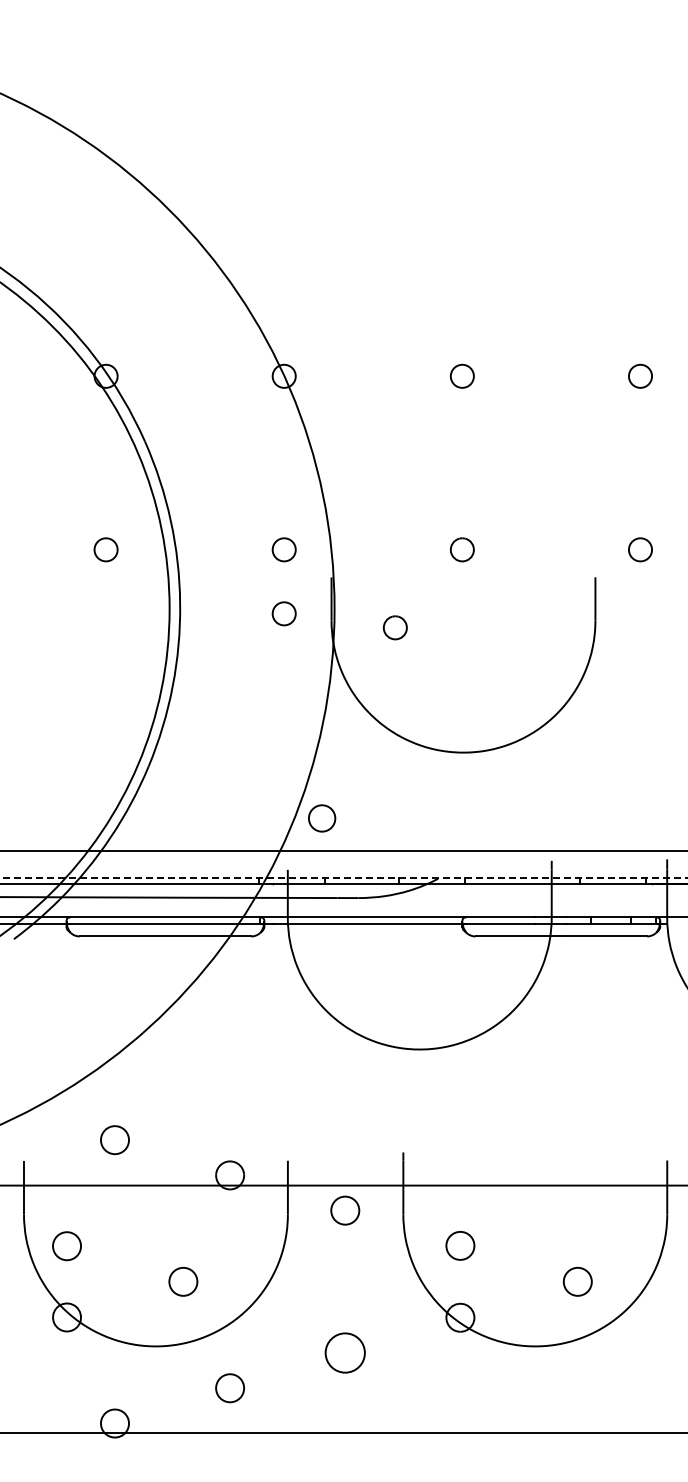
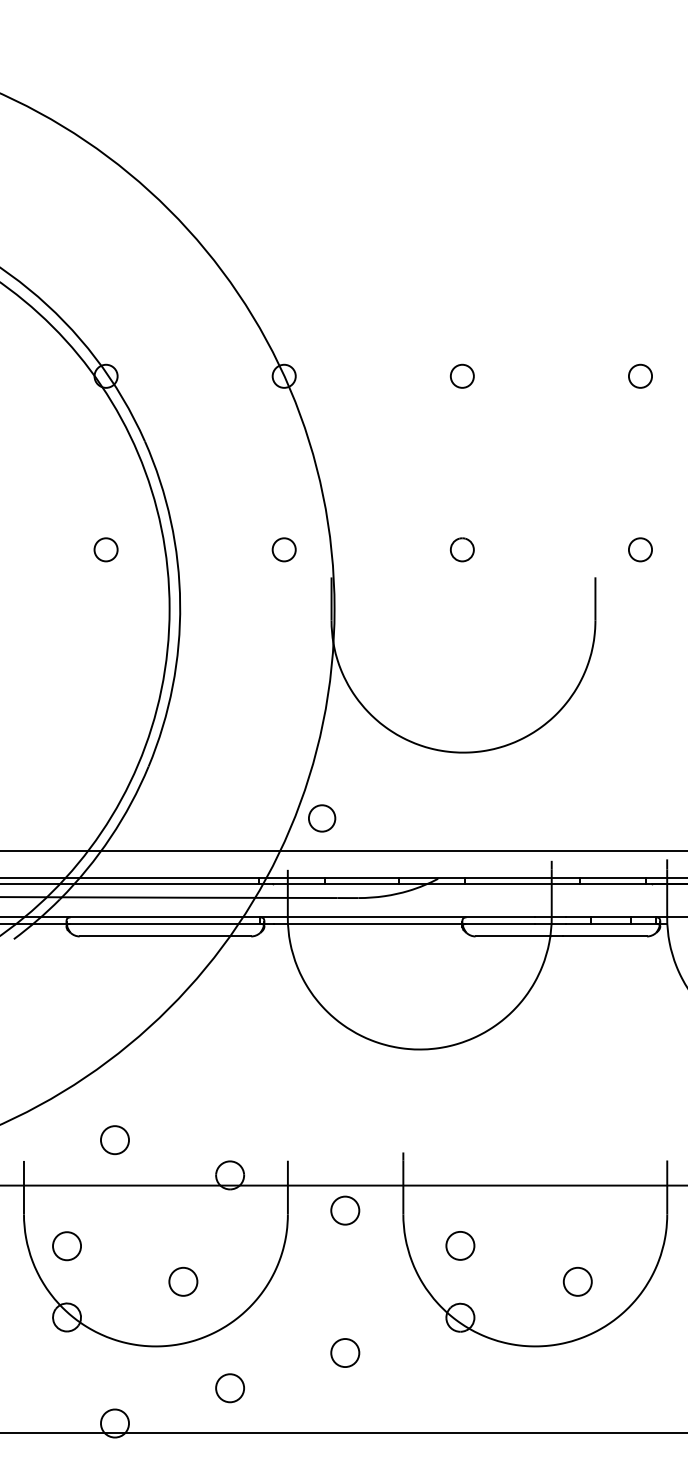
circle at (283, 613): present -> none
part at (395, 627): present -> none
line at (344, 877): dashed -> solid
circle at (344, 1352) diameter: 39 px -> 28 px
